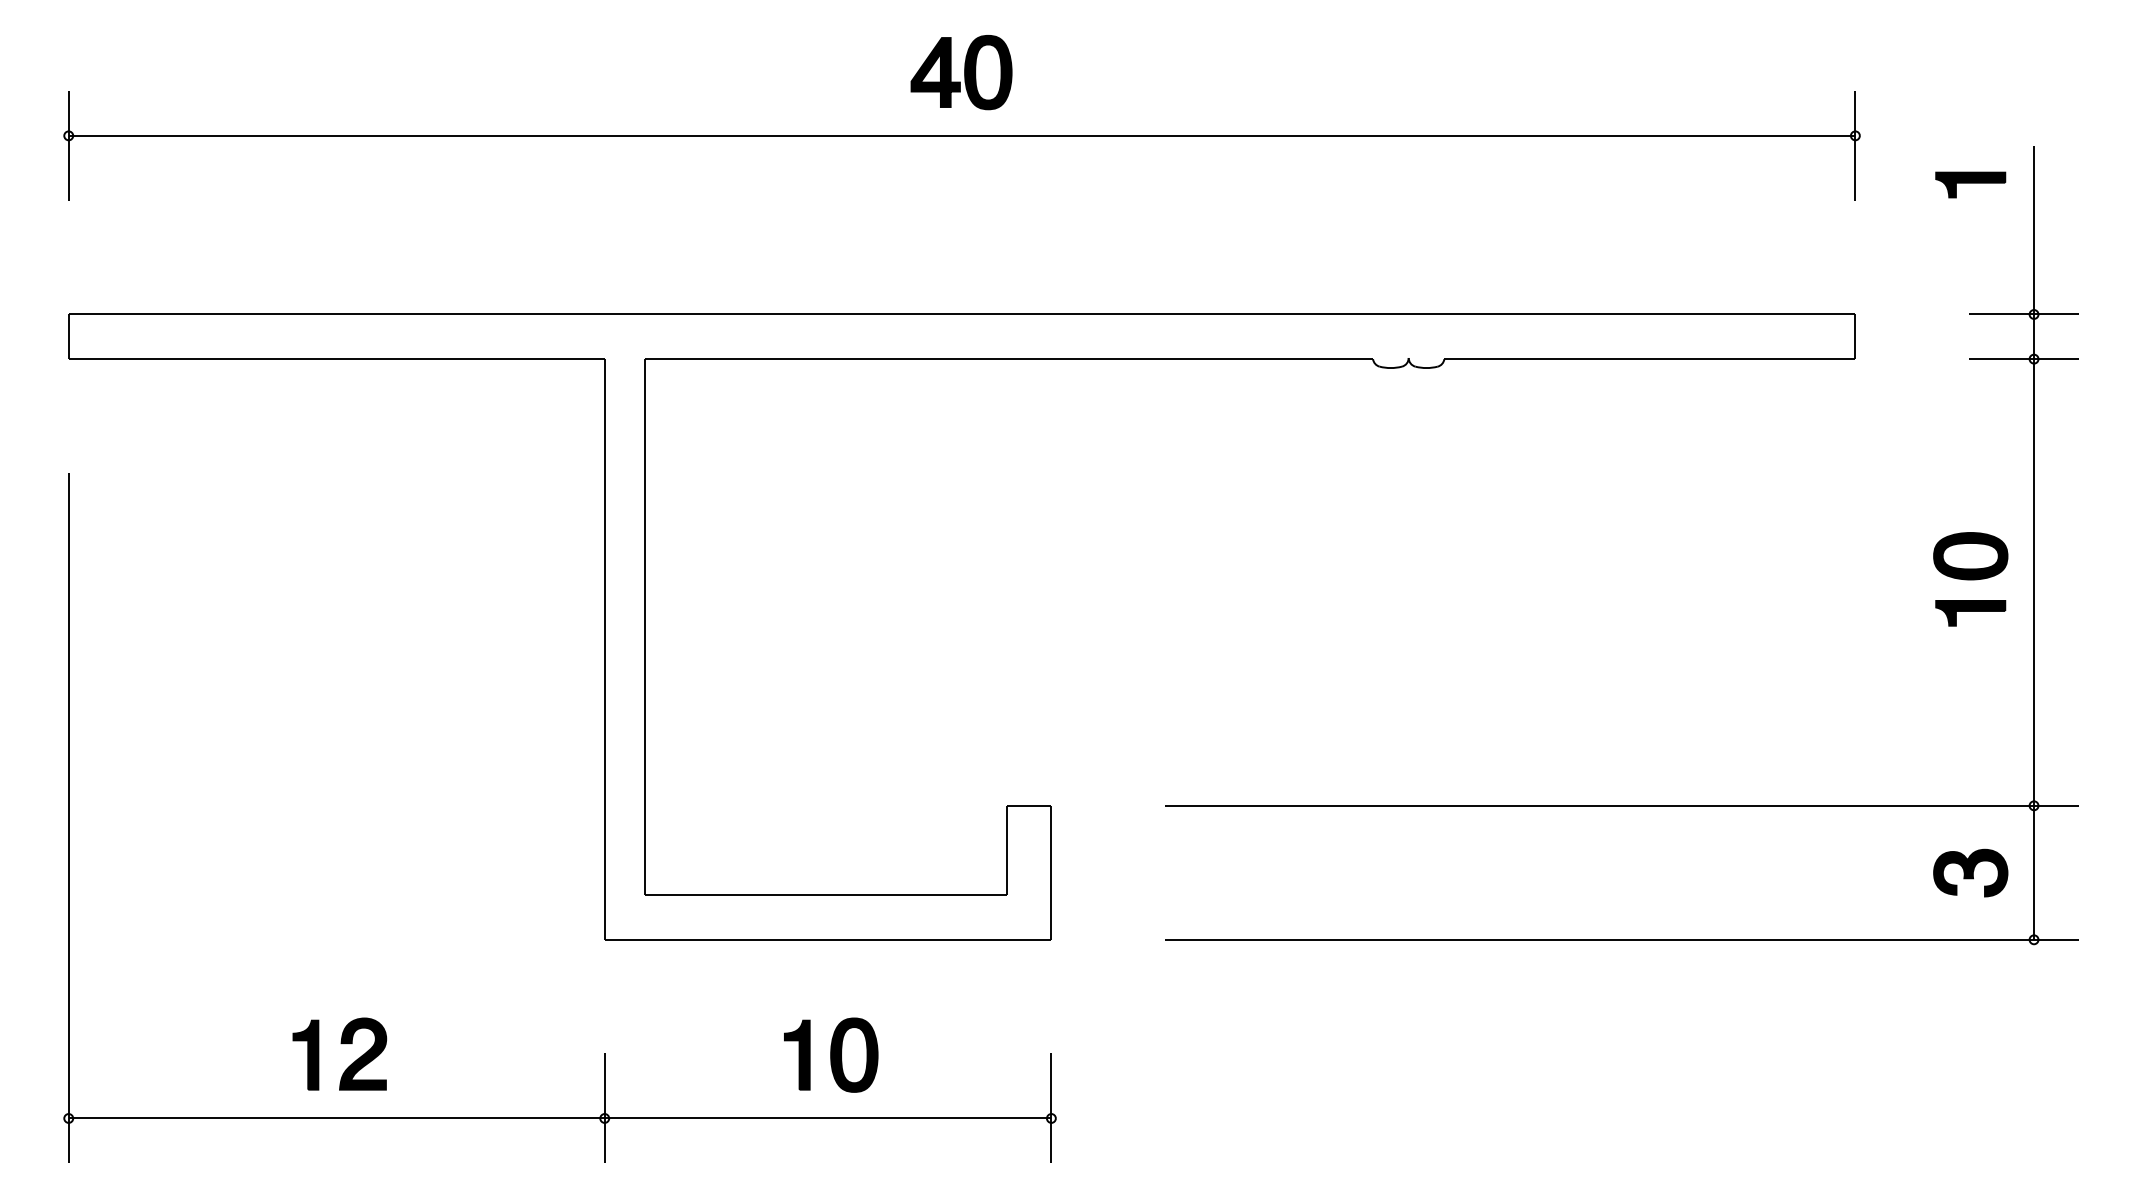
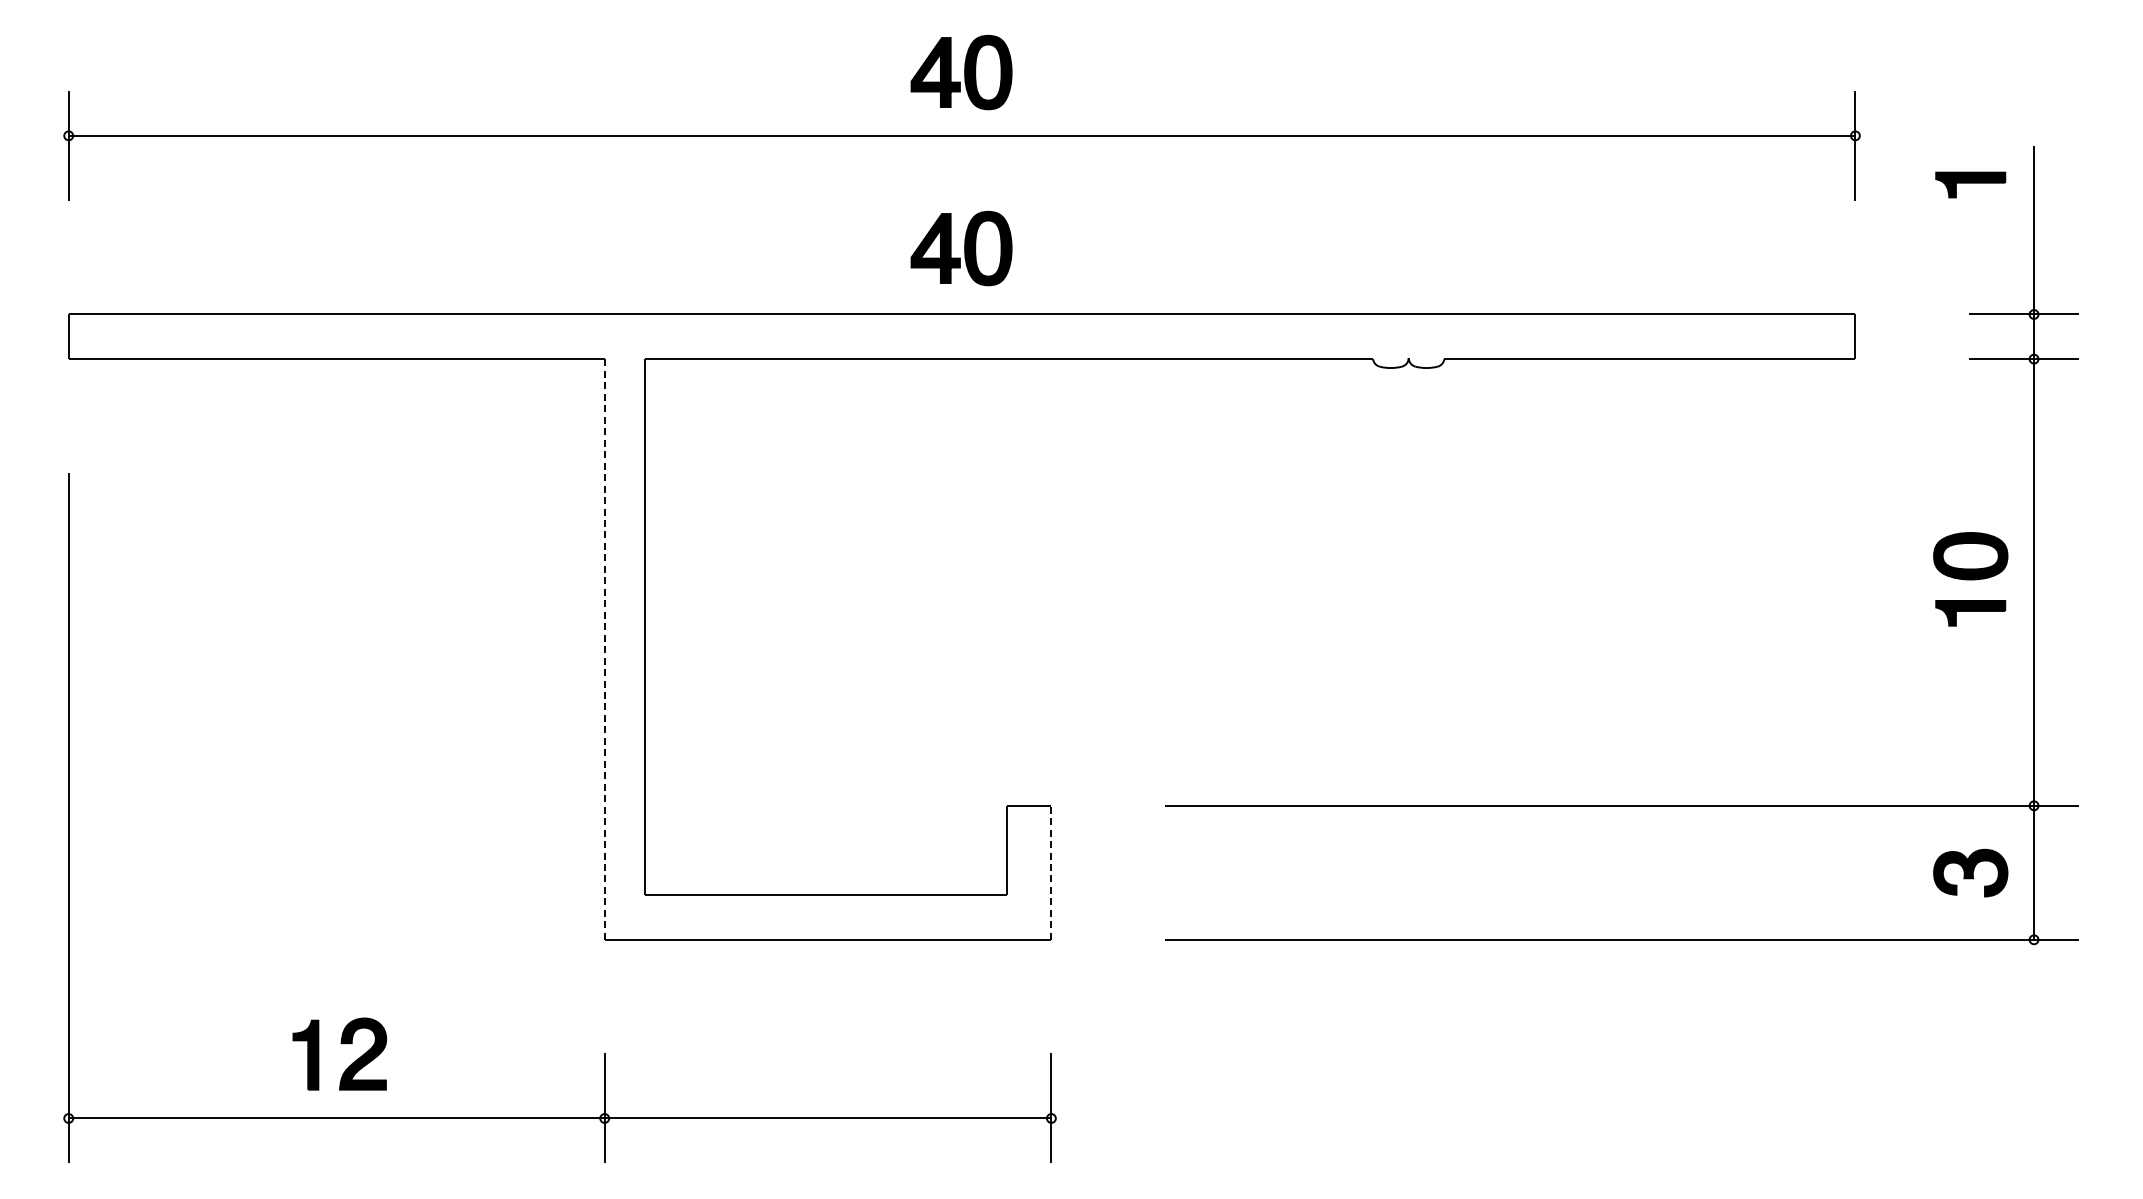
part at (961, 248): none -> present
line at (604, 648): solid -> dashed
line at (1051, 872): solid -> dashed
part at (831, 1054): present -> none
